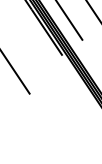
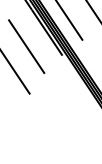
line at (26, 46): none -> present
